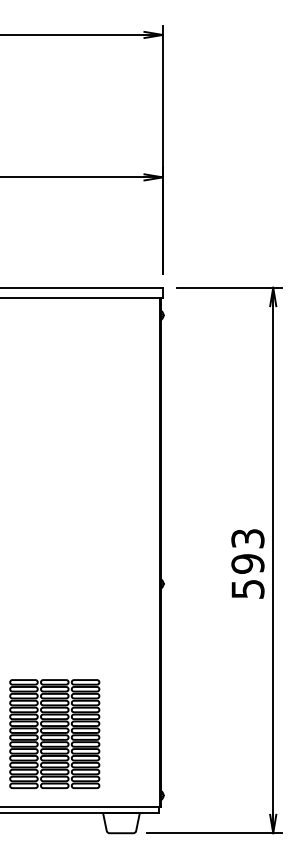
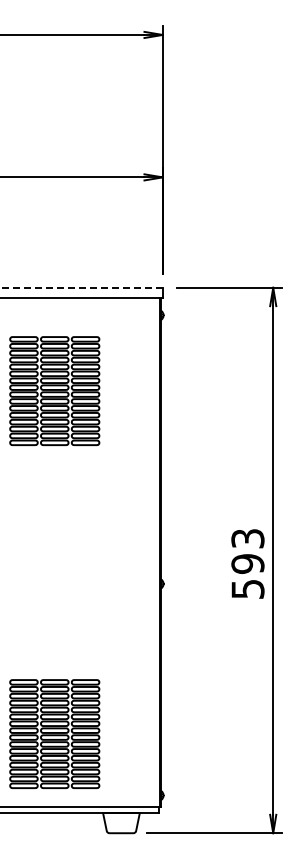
line at (81, 287): solid -> dashed
part at (54, 390): none -> present
